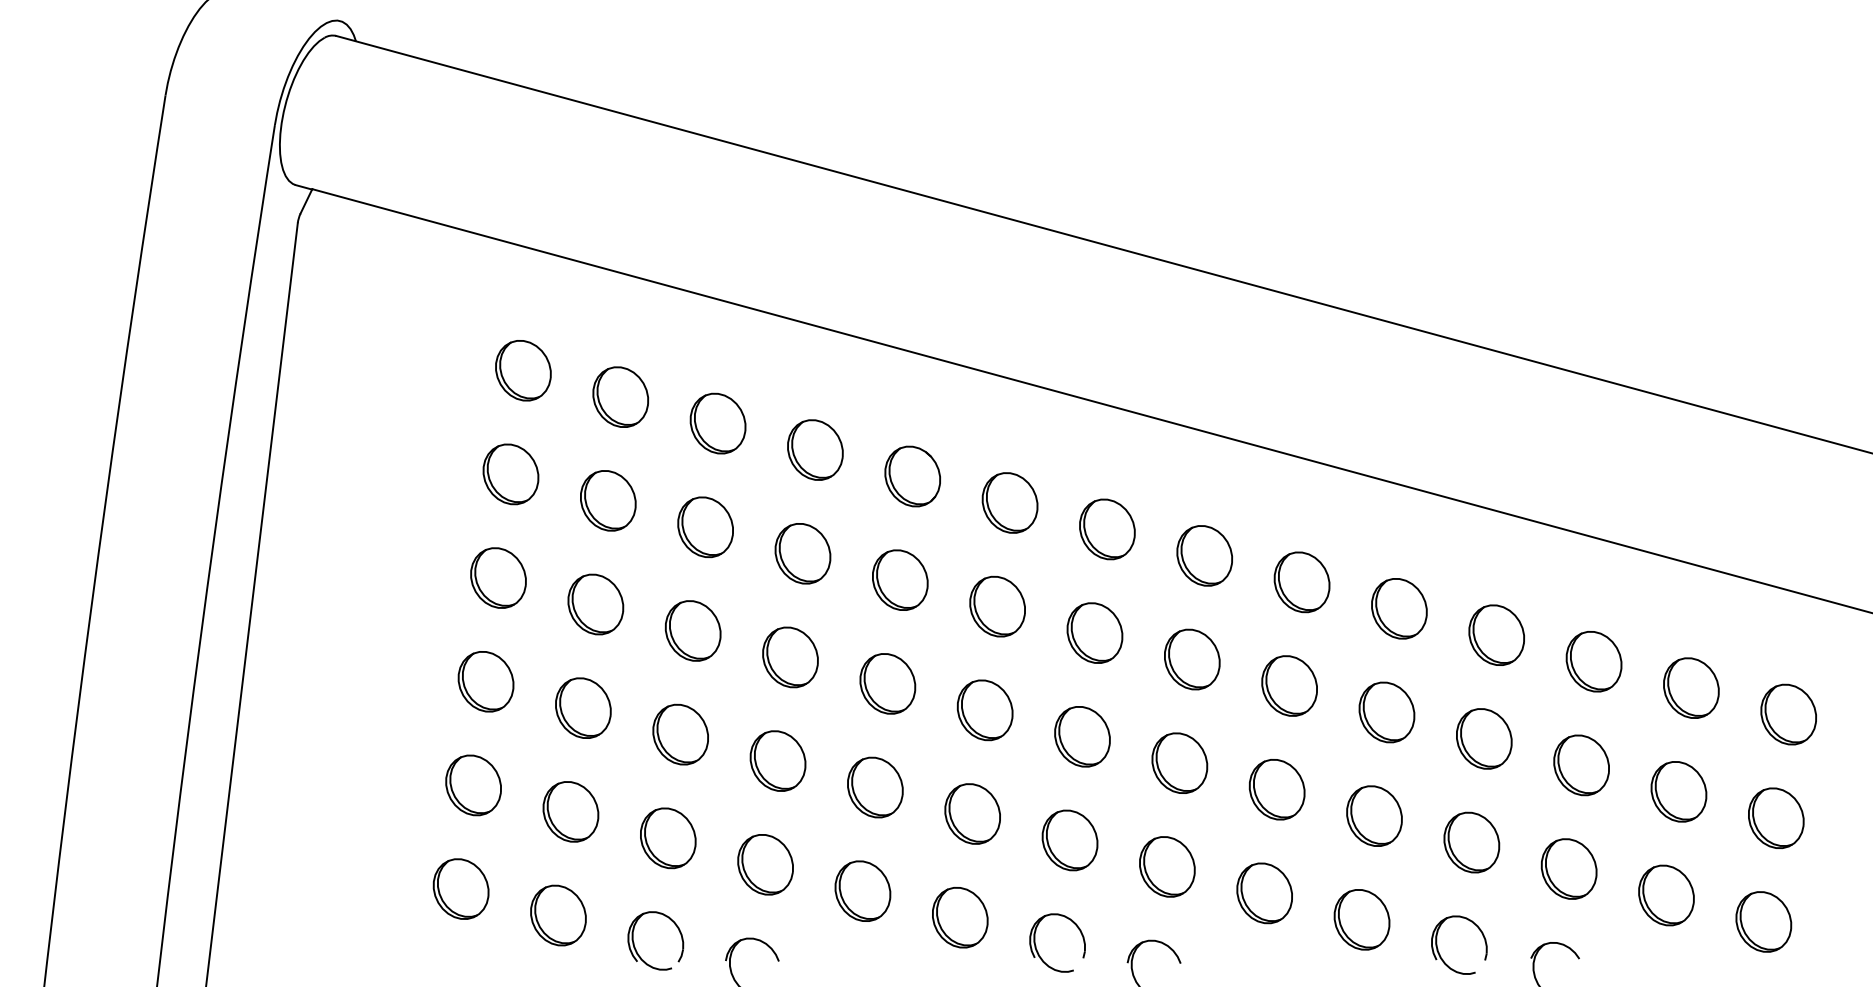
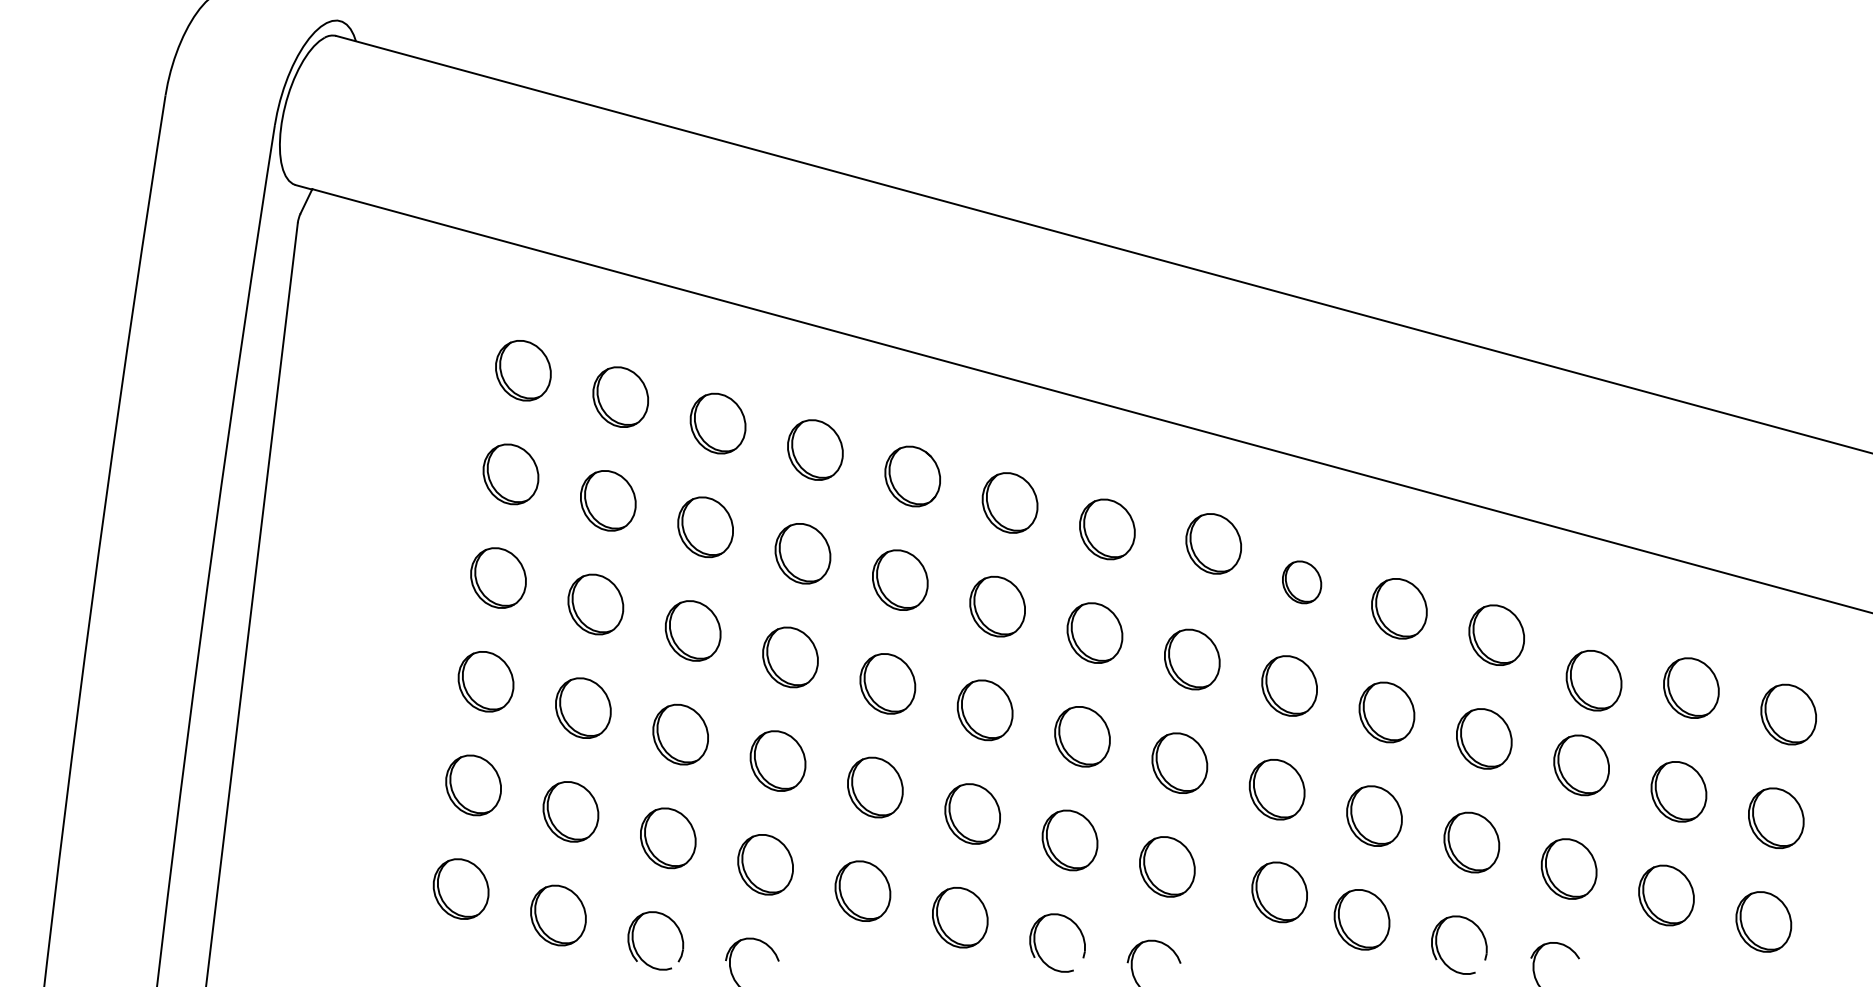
part at (1204, 555) position: (1204, 555) -> (1213, 543)
part at (1301, 582) size: 58x63 px -> 41x45 px
part at (1593, 661) position: (1593, 661) -> (1593, 680)
part at (1264, 893) position: (1264, 893) -> (1279, 892)
